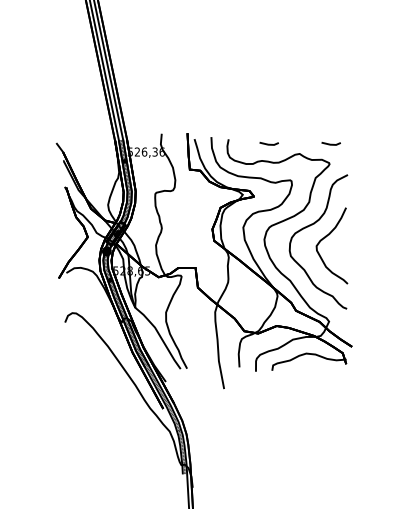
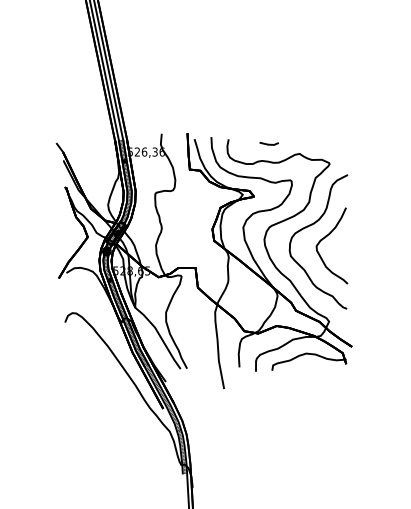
line at (330, 143): present -> none
